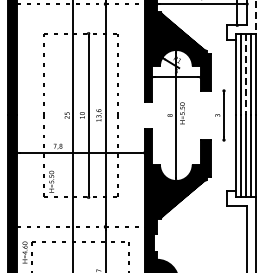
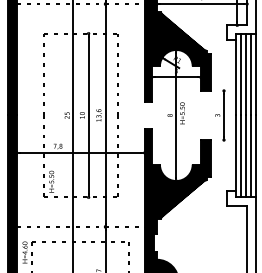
line at (255, 17): dashed -> solid
line at (246, 74): dashed -> solid
